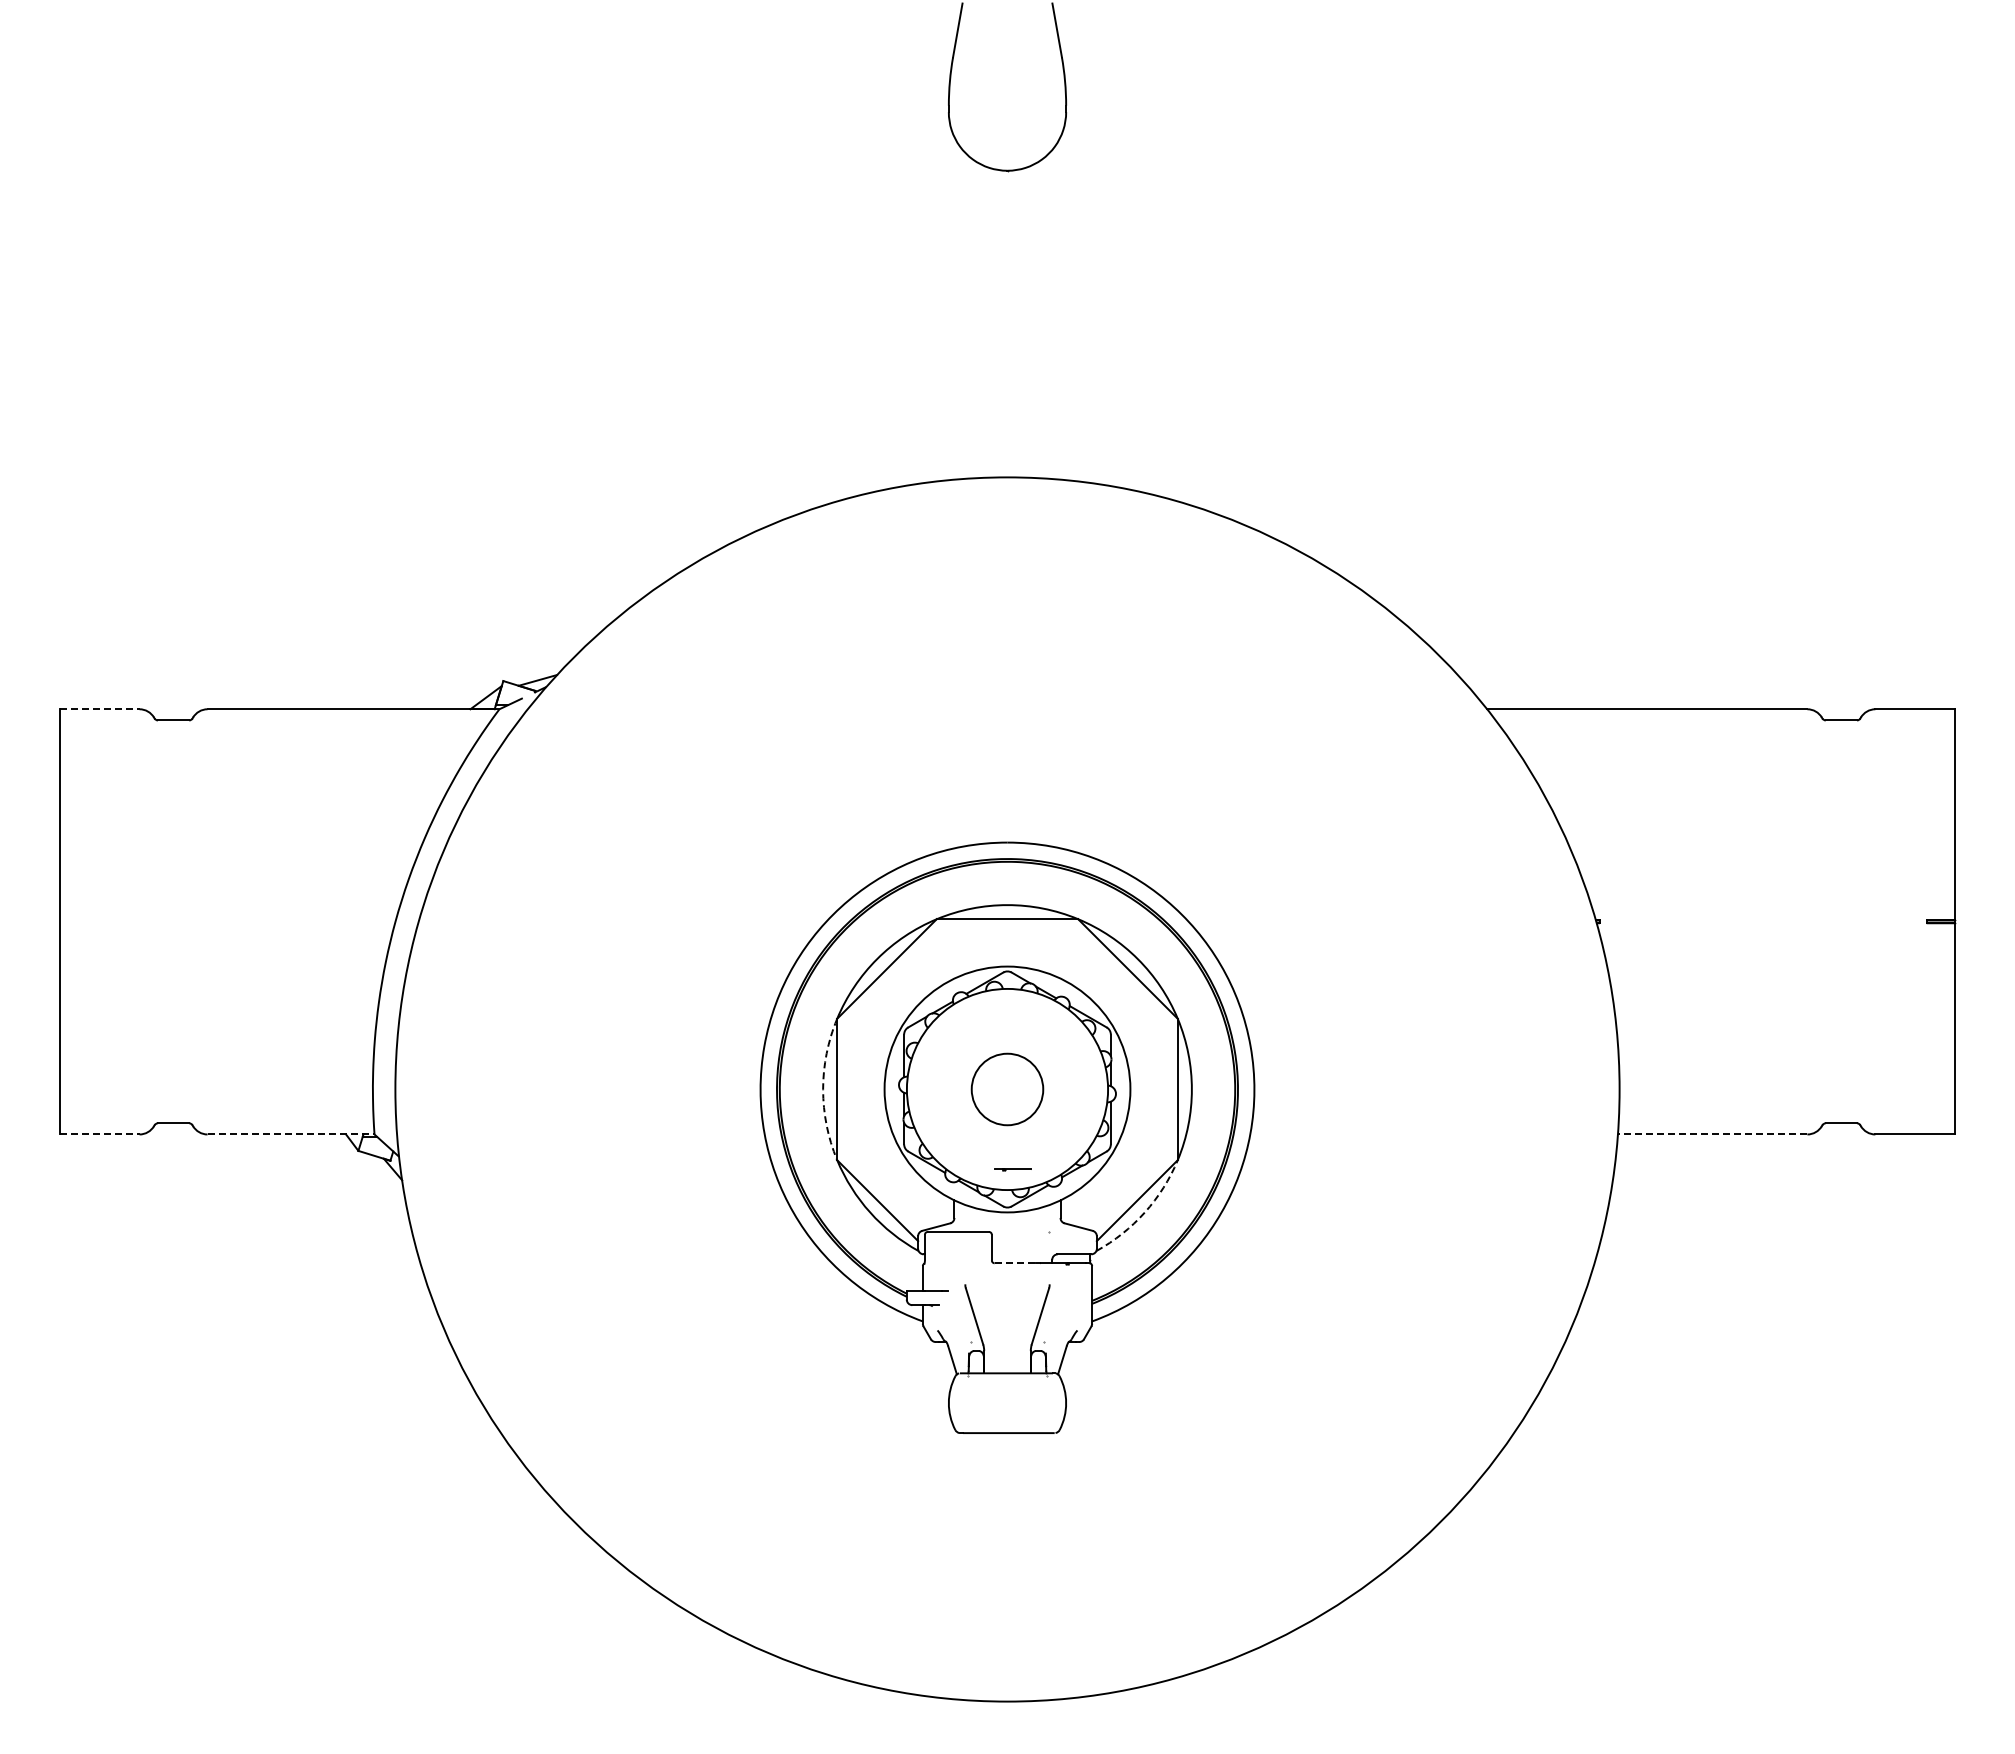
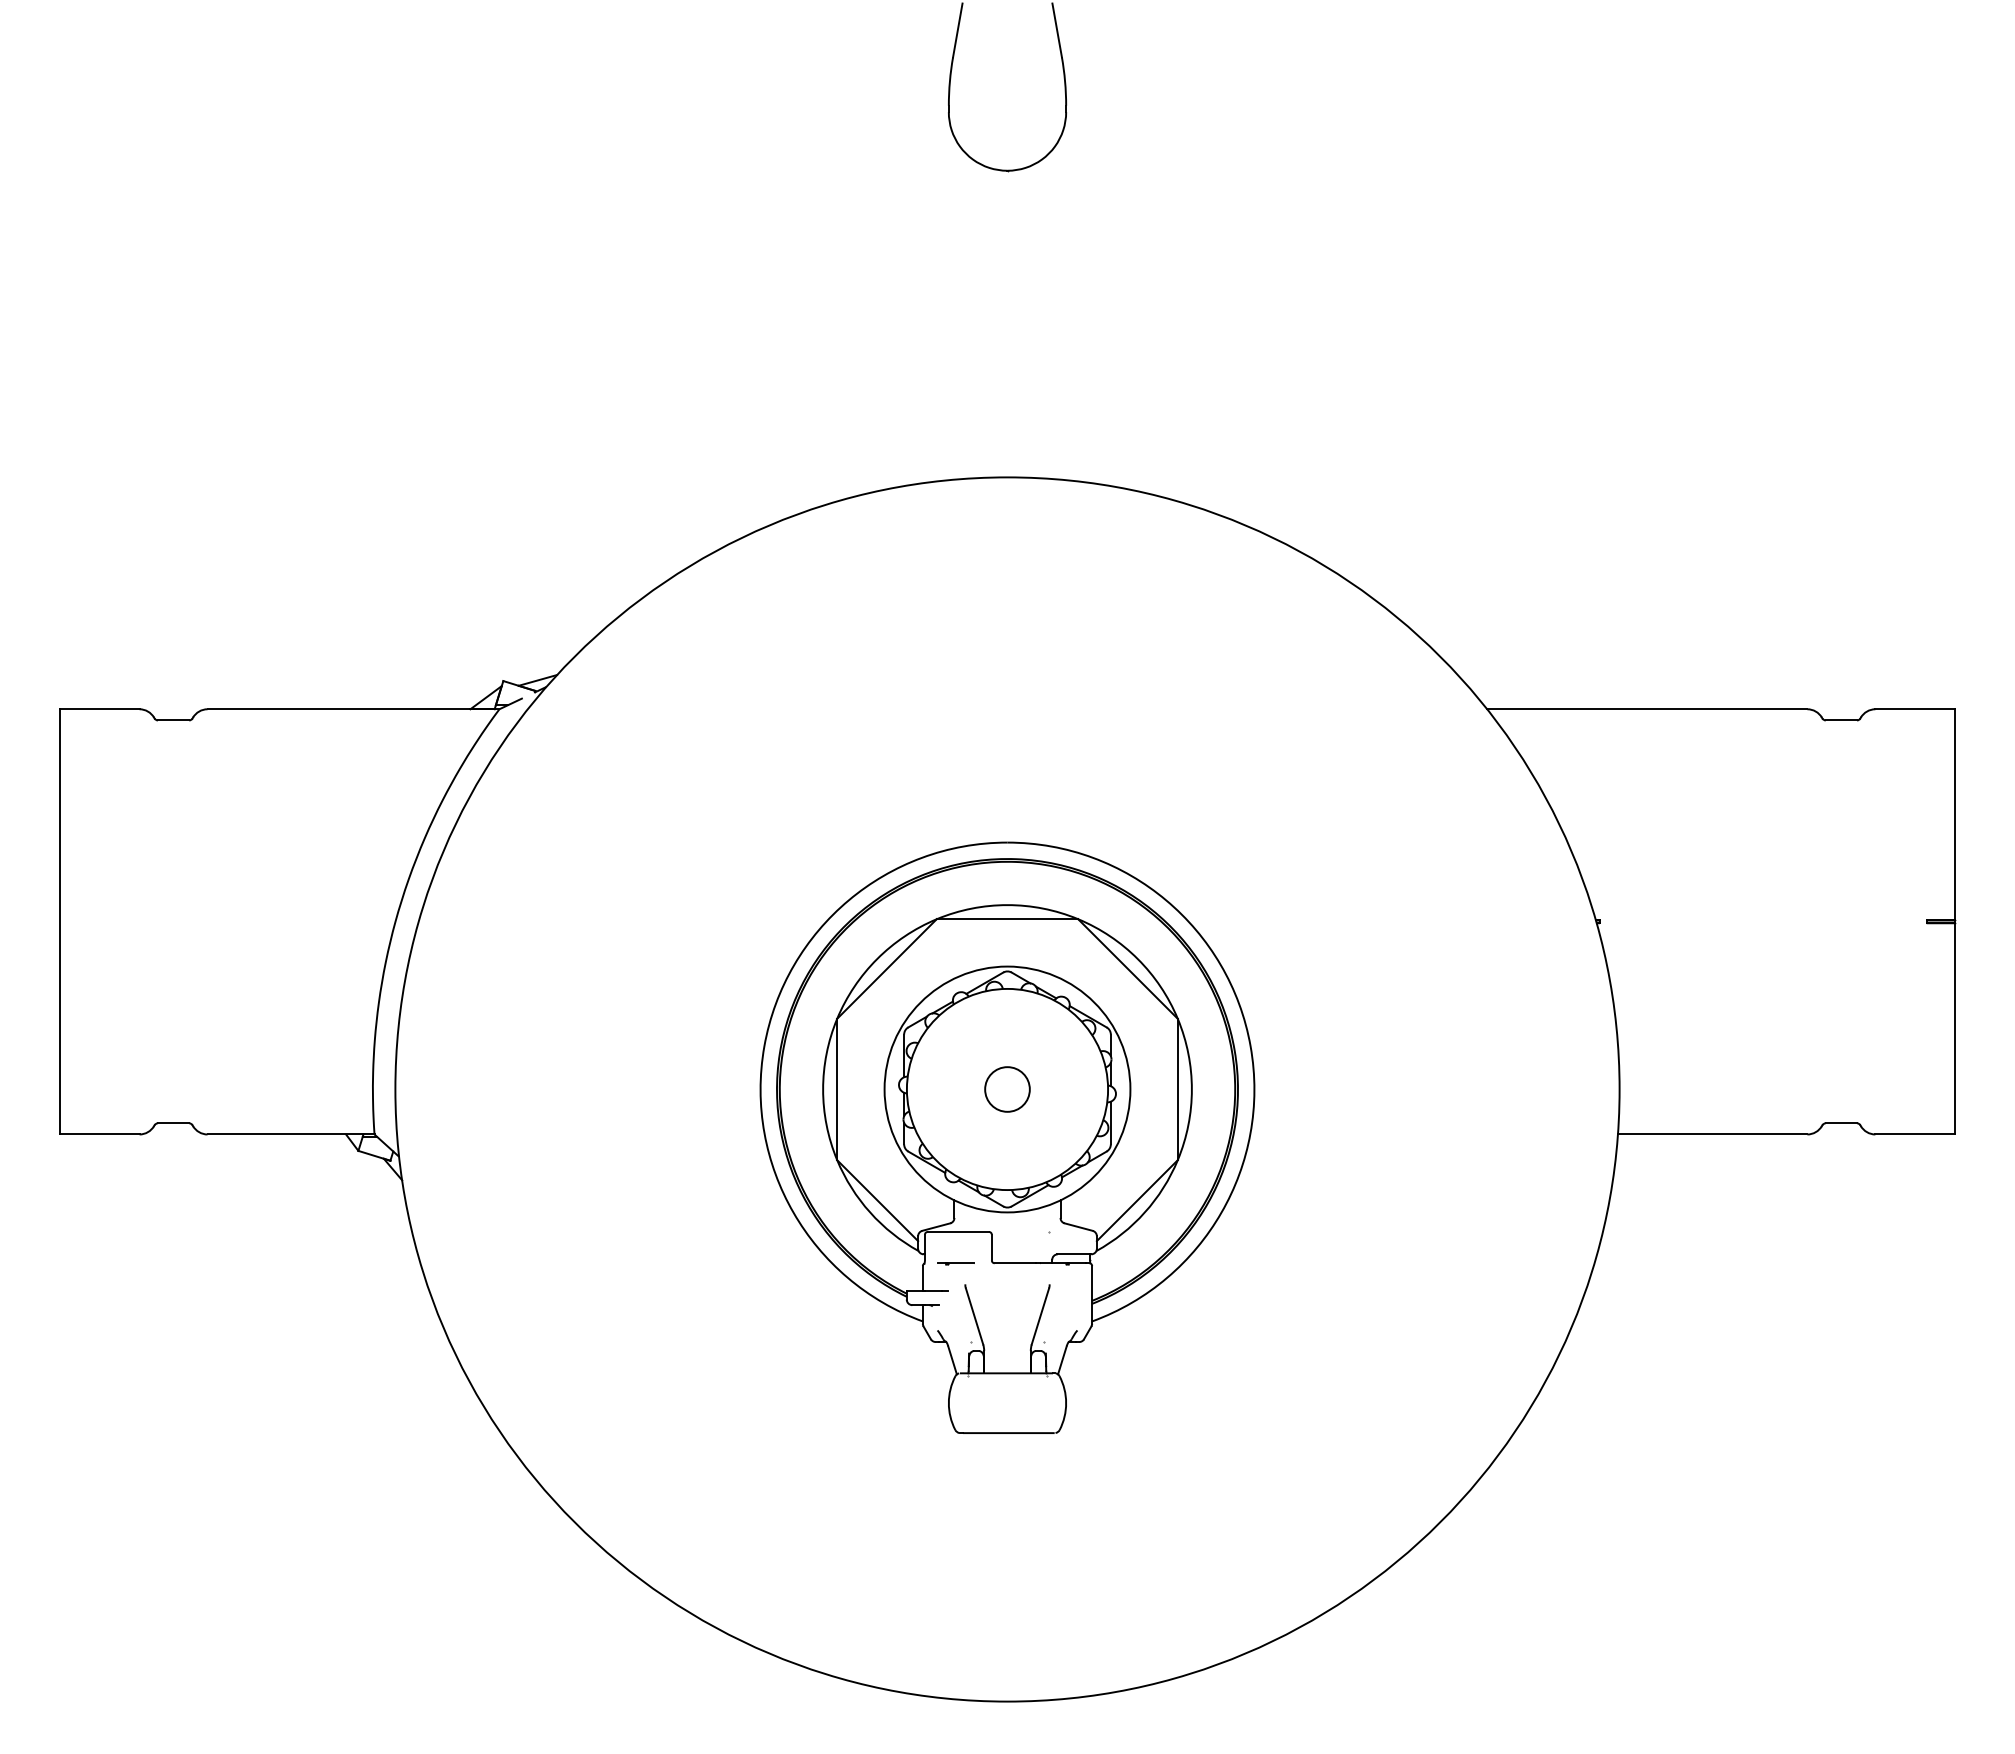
line at (100, 709): dashed -> solid
arc at (823, 1089): dashed -> solid
circle at (1007, 1089) diameter: 72 px -> 45 px
line at (100, 1134): dashed -> solid
line at (291, 1134): dashed -> solid
line at (1712, 1134): dashed -> solid
part at (1012, 1169) position: (1012, 1169) -> (955, 1263)
arc at (1144, 1212): dashed -> solid
line at (1015, 1263): dashed -> solid
